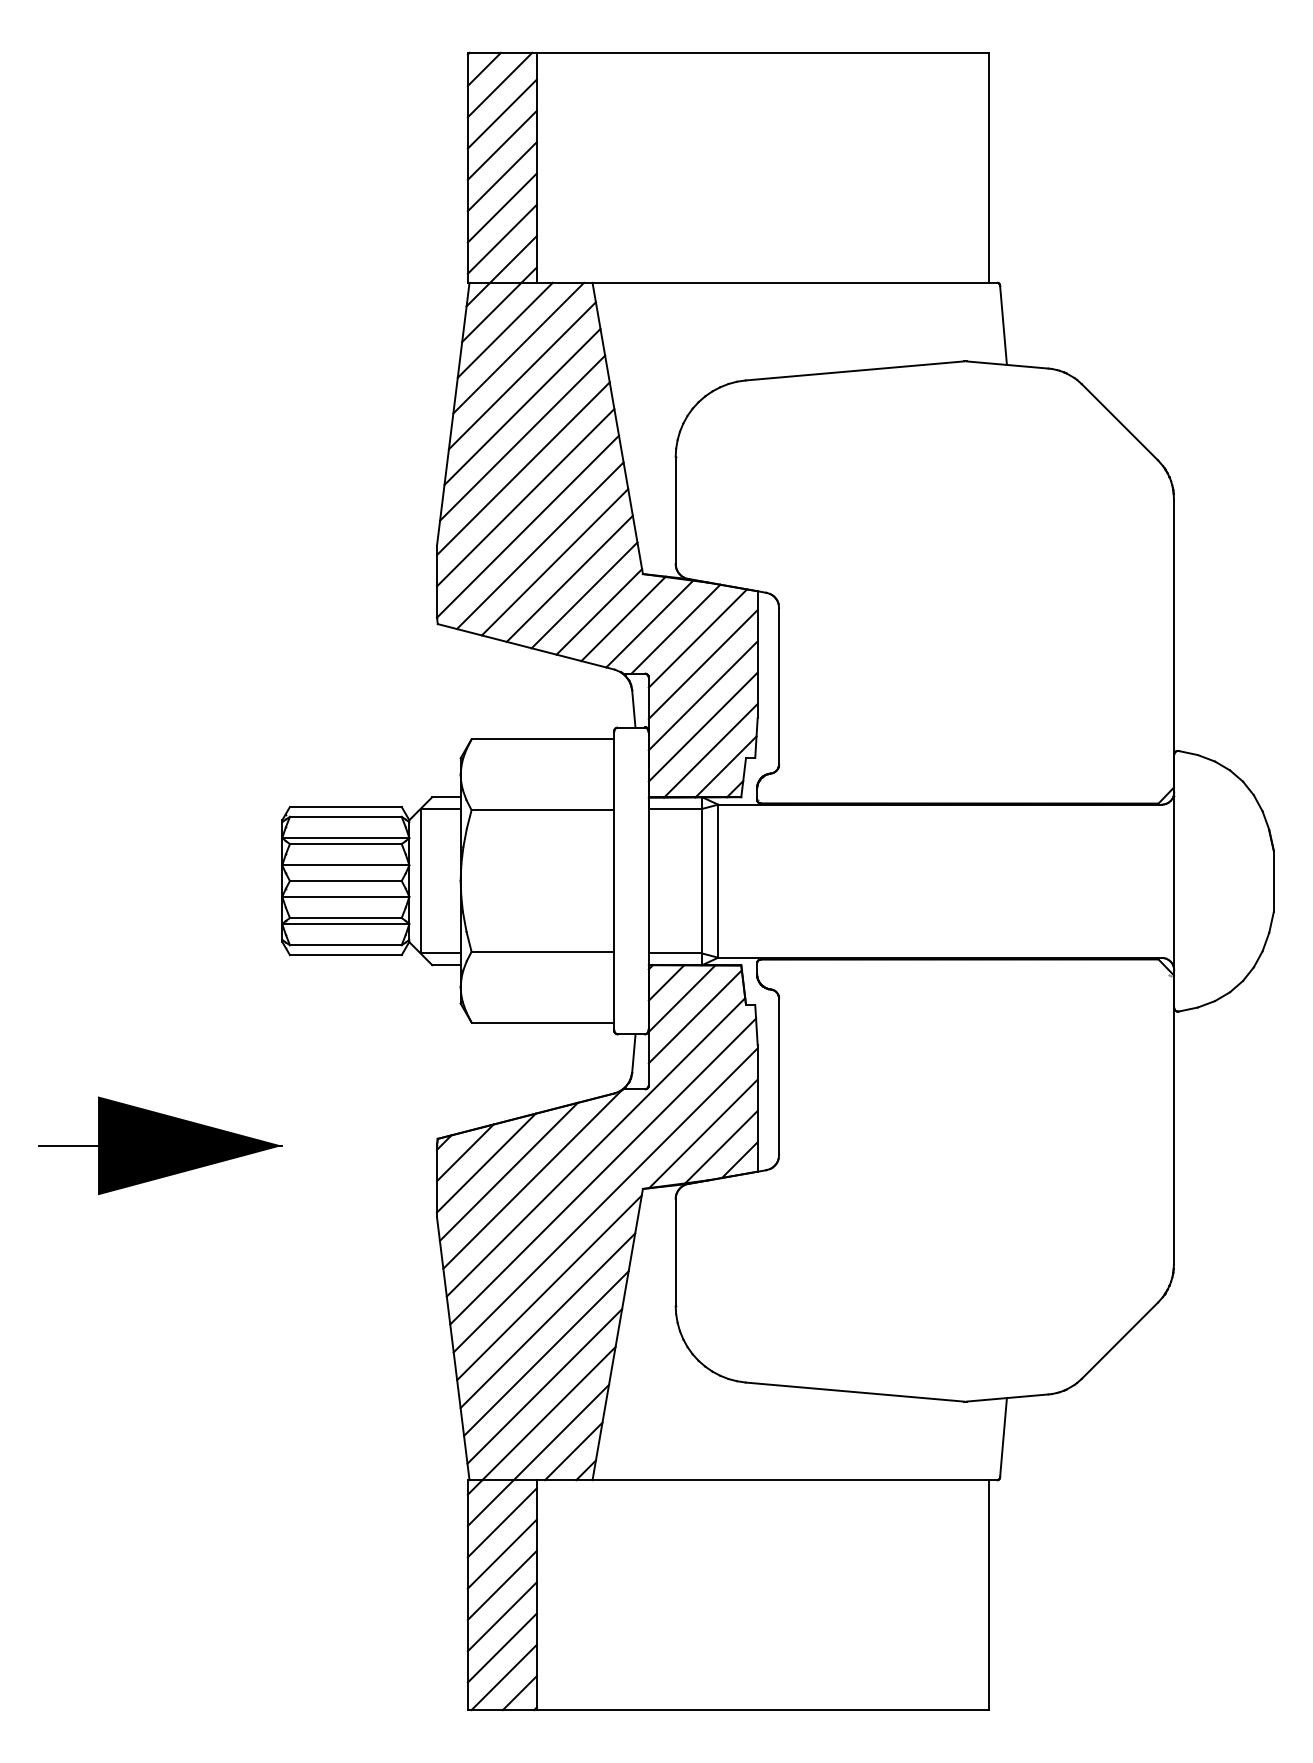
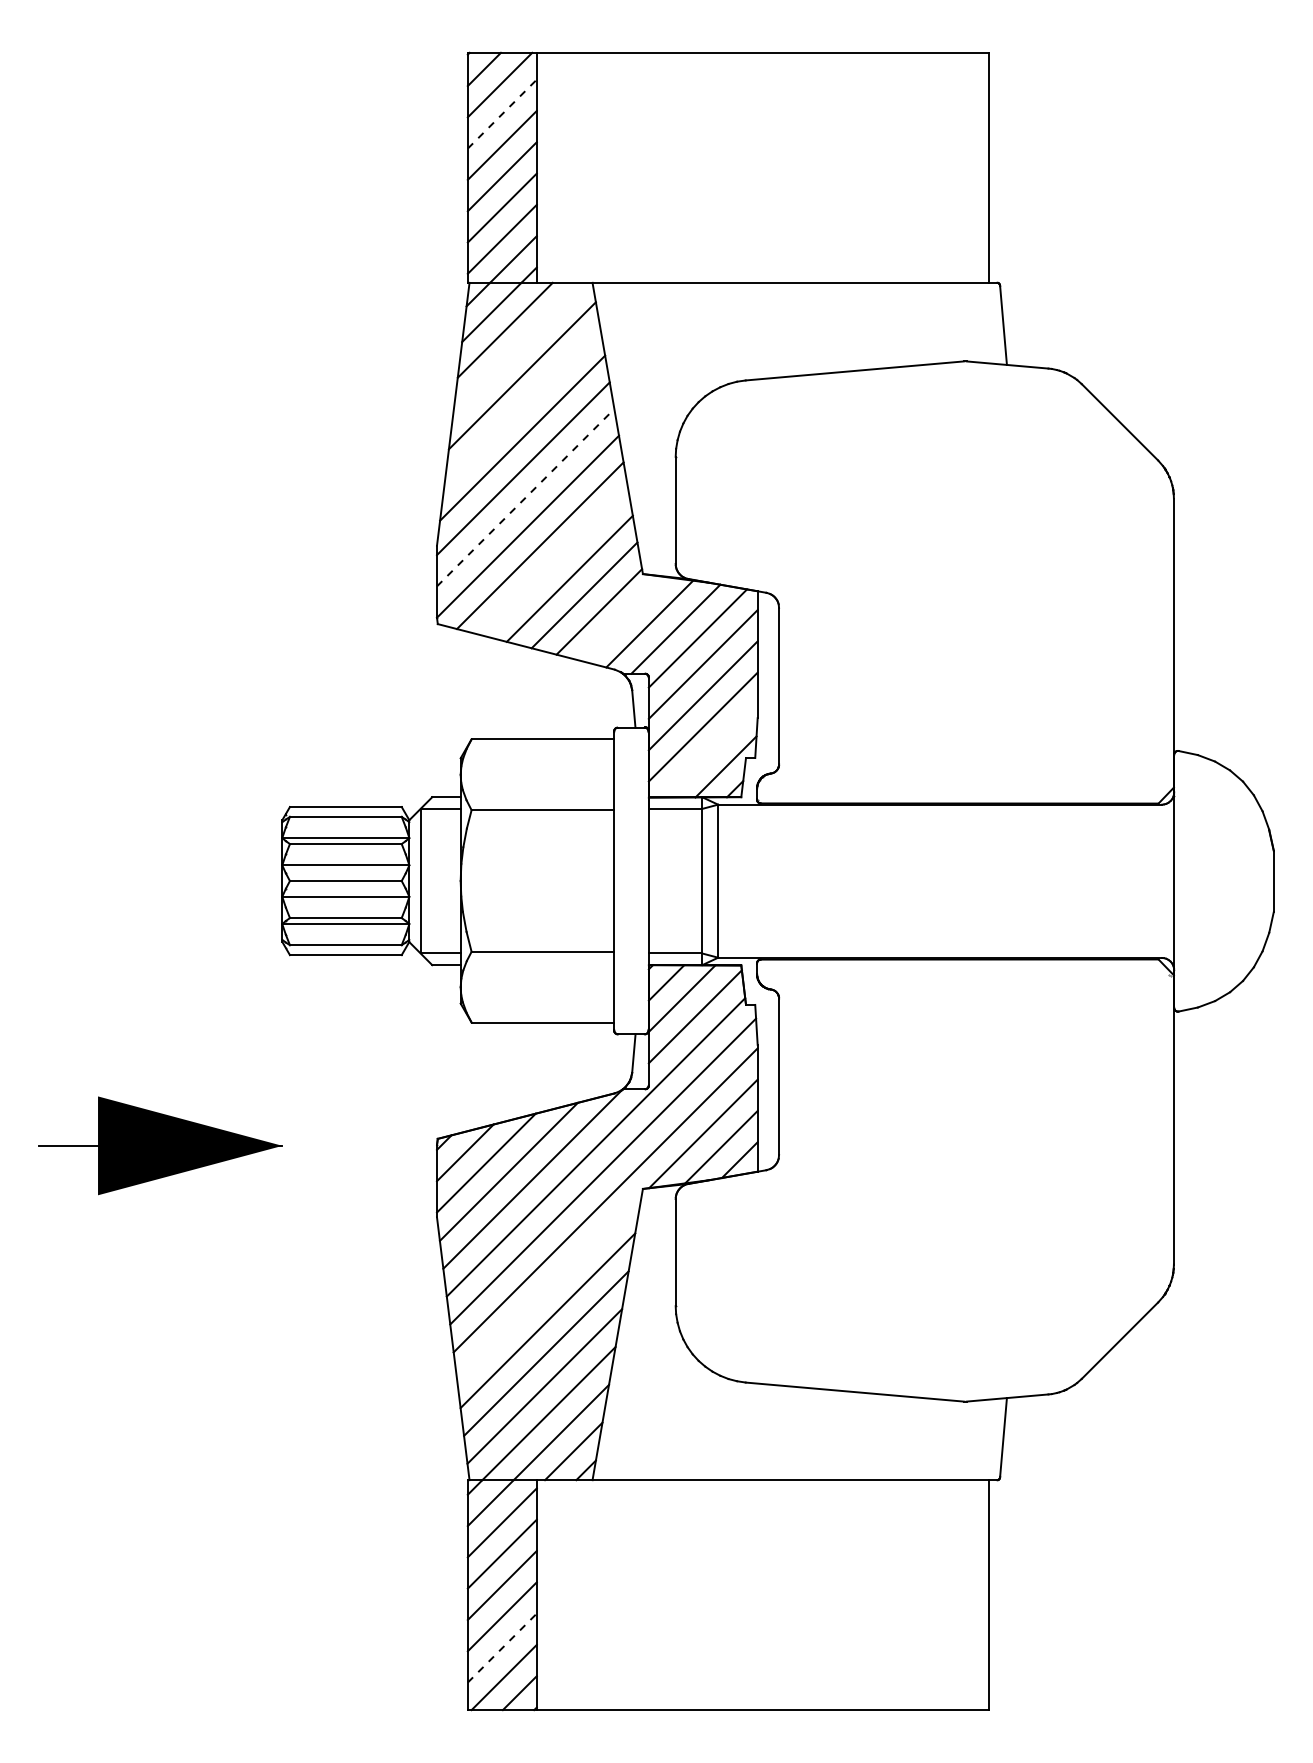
line at (502, 114): solid -> dashed
line at (518, 347): present -> none
line at (522, 406): present -> none
line at (526, 497): solid -> dashed
line at (554, 562): present -> none
line at (623, 618): present -> none
line at (710, 750): present -> none
line at (549, 1287): present -> none
line at (502, 1648): solid -> dashed
